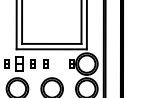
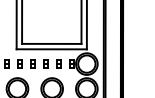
part at (19, 63) size: 9x16 px -> 6x10 px
part at (58, 63): none -> present
